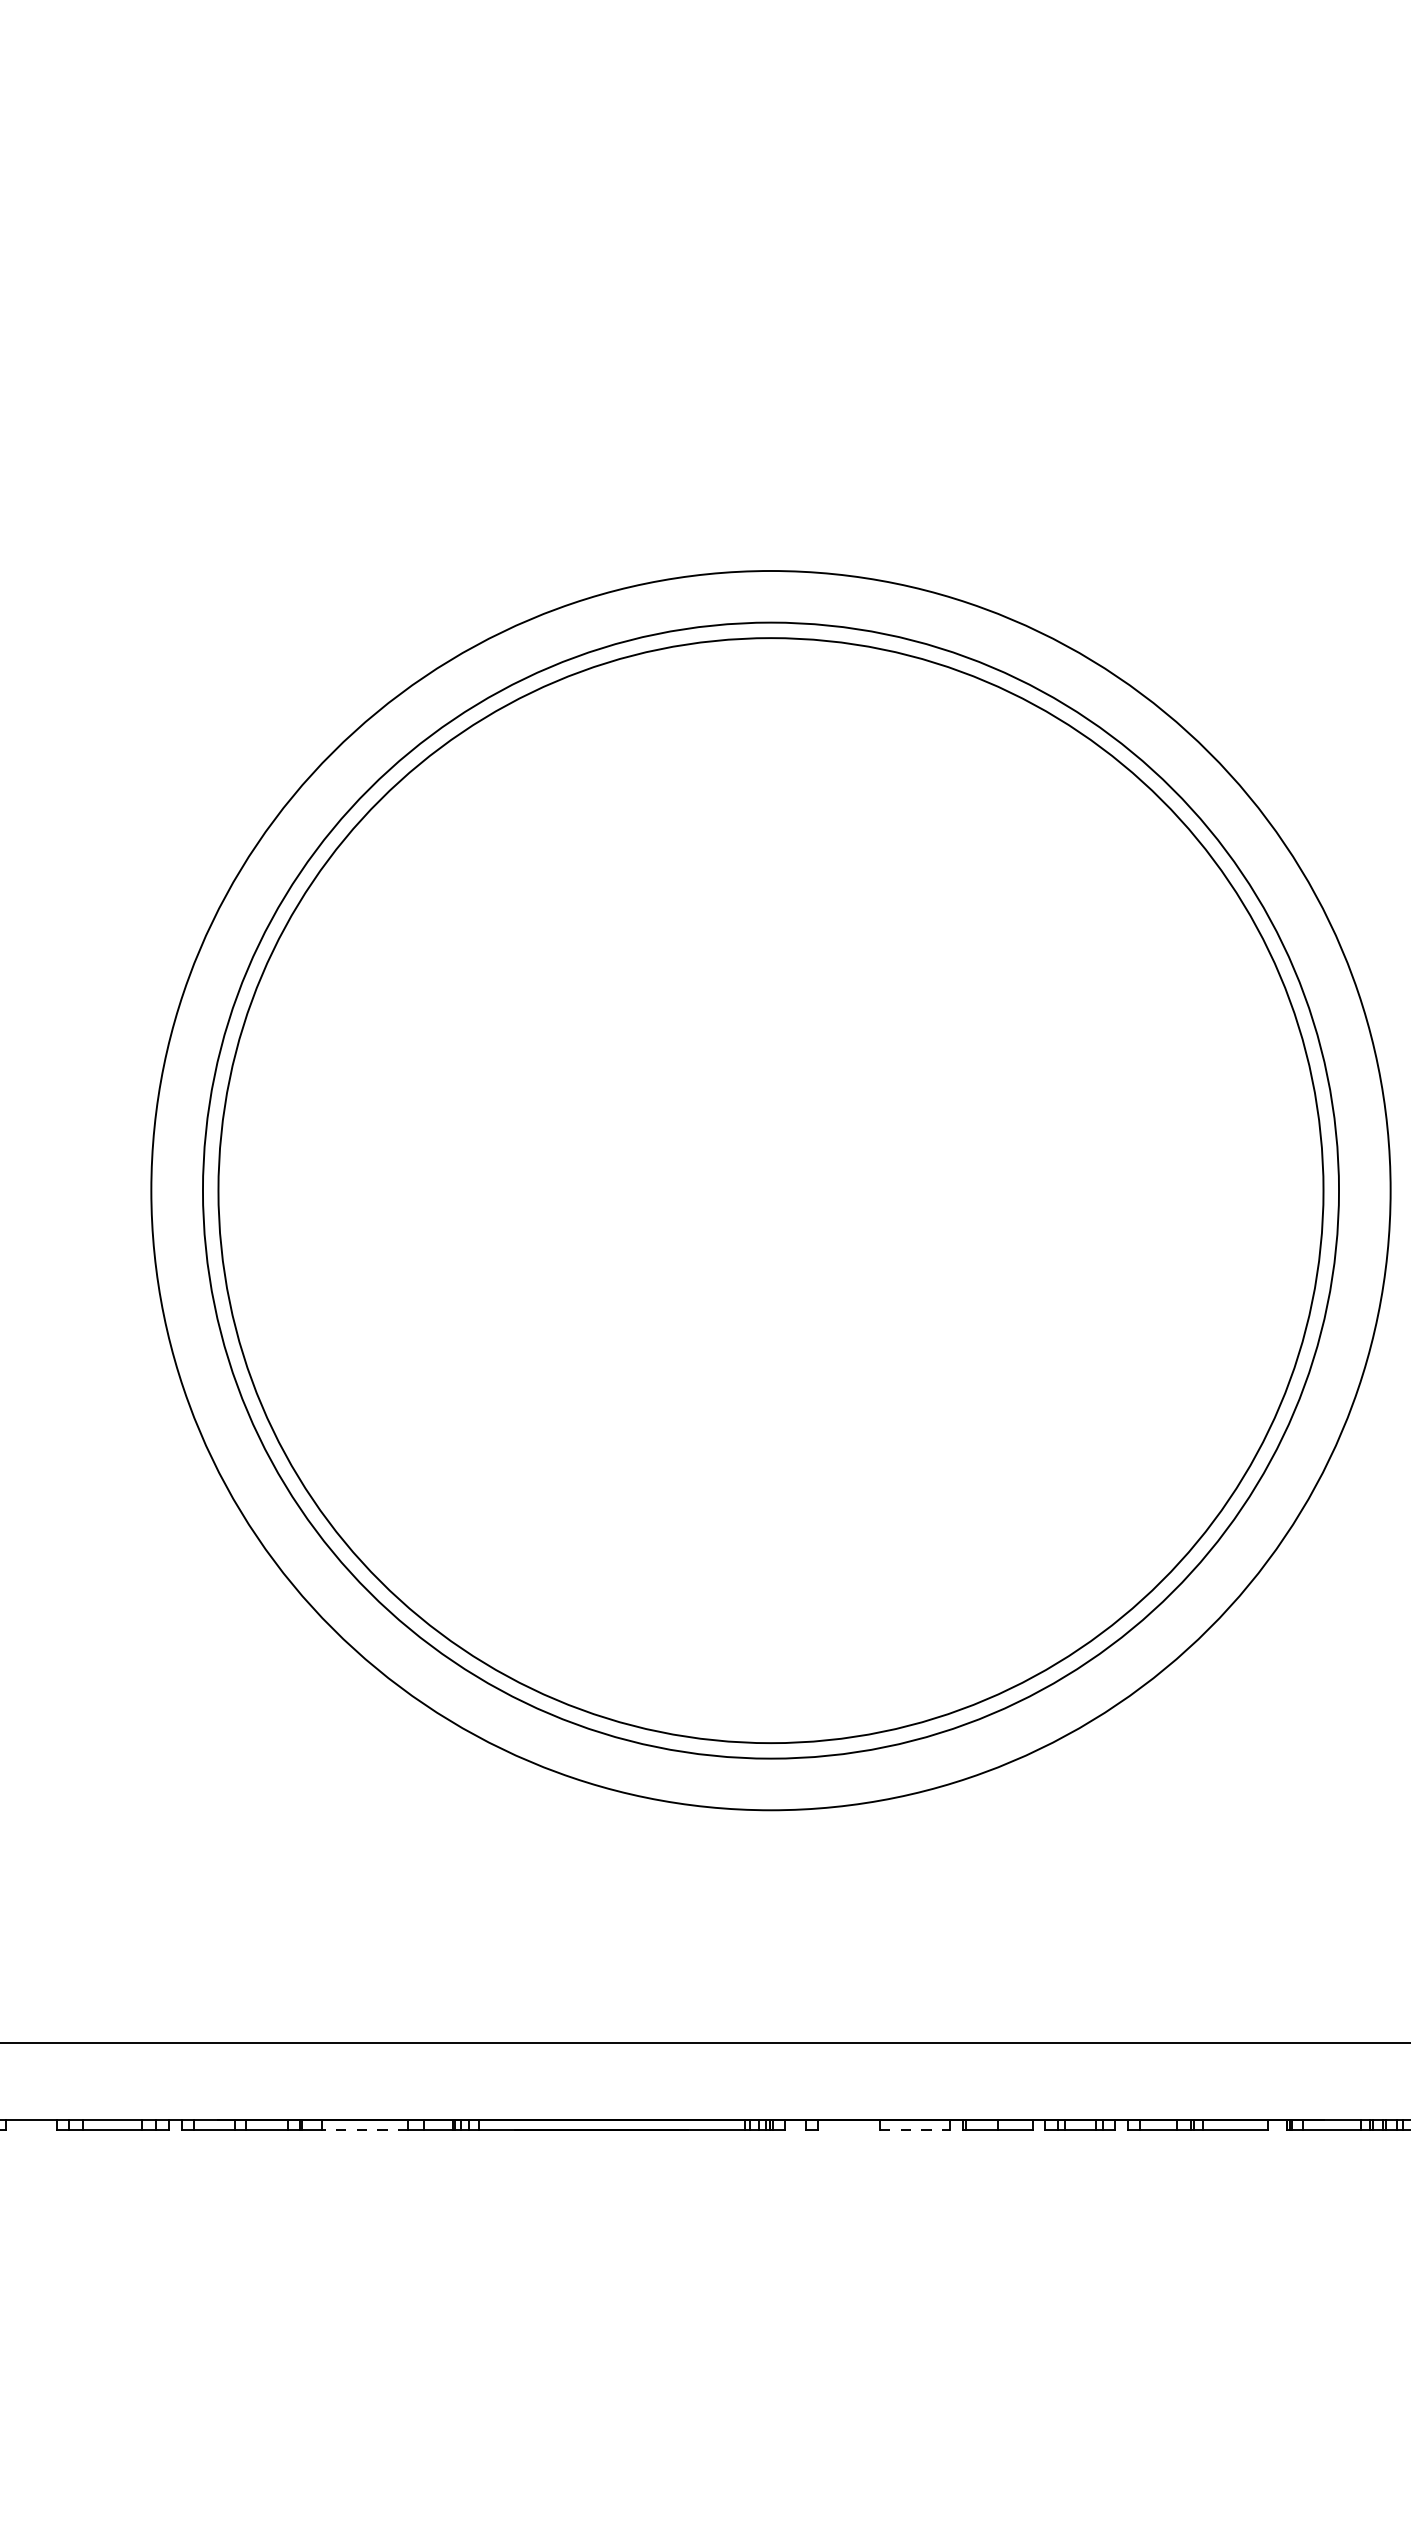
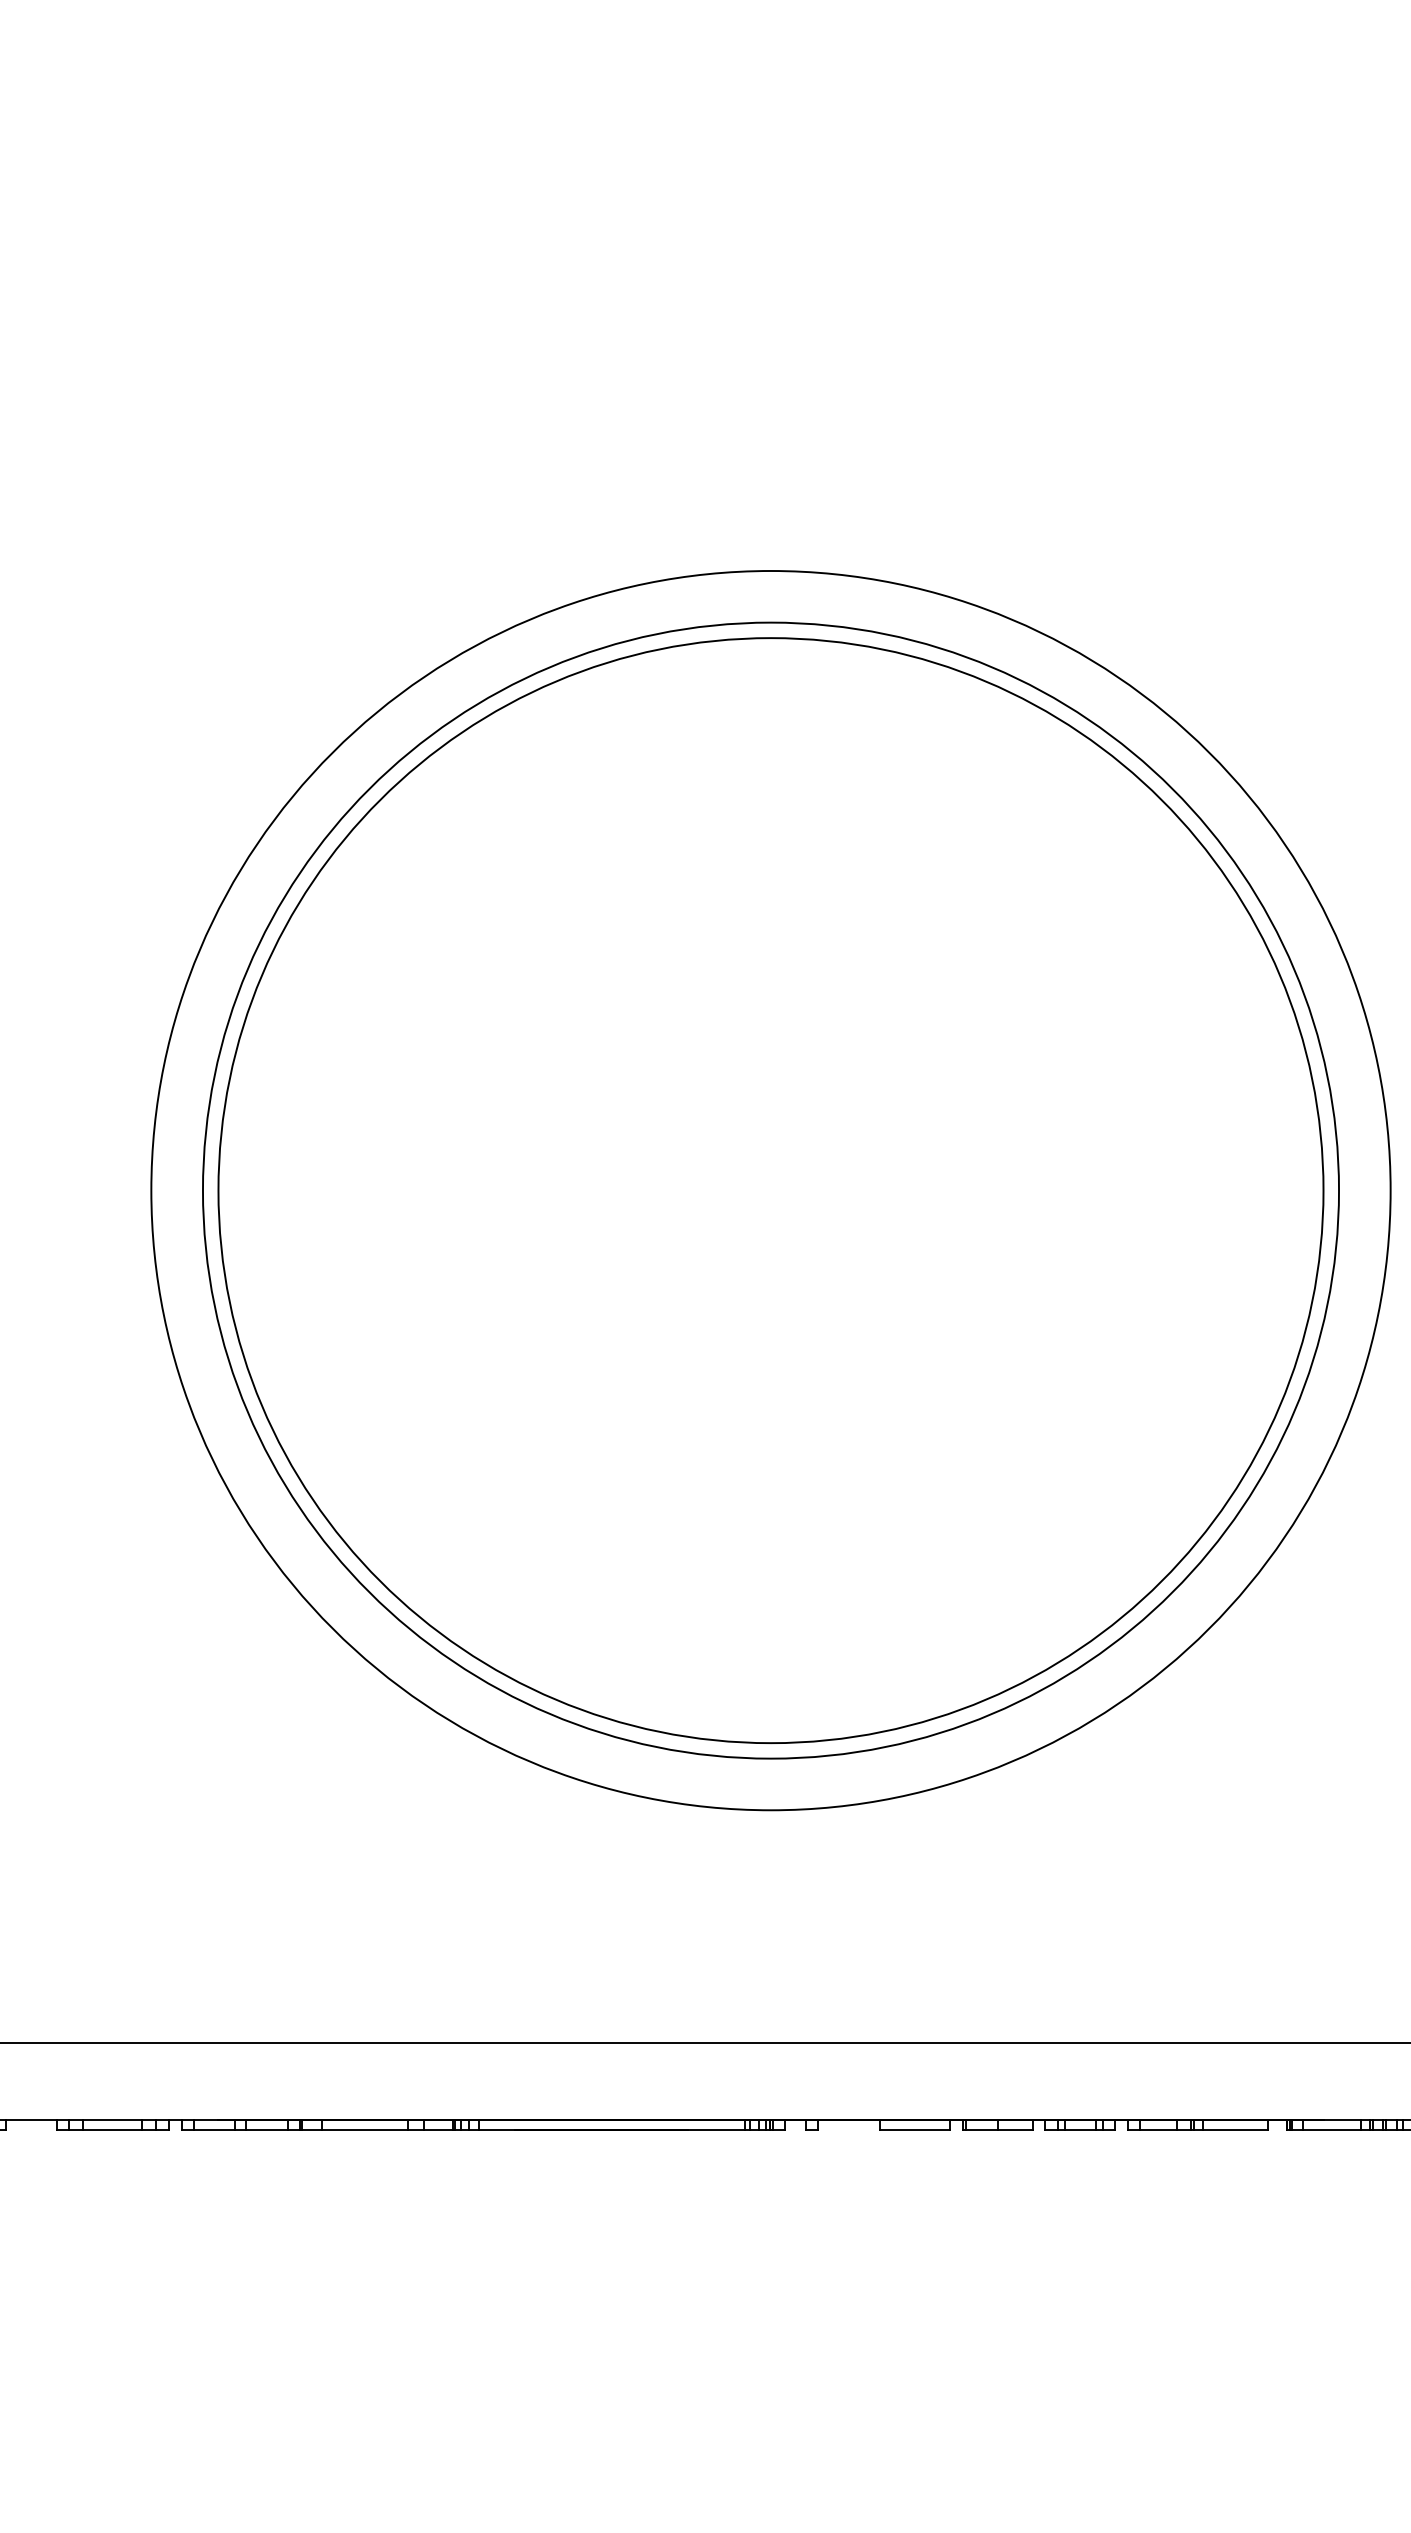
line at (364, 2130): dashed -> solid
line at (915, 2130): dashed -> solid
